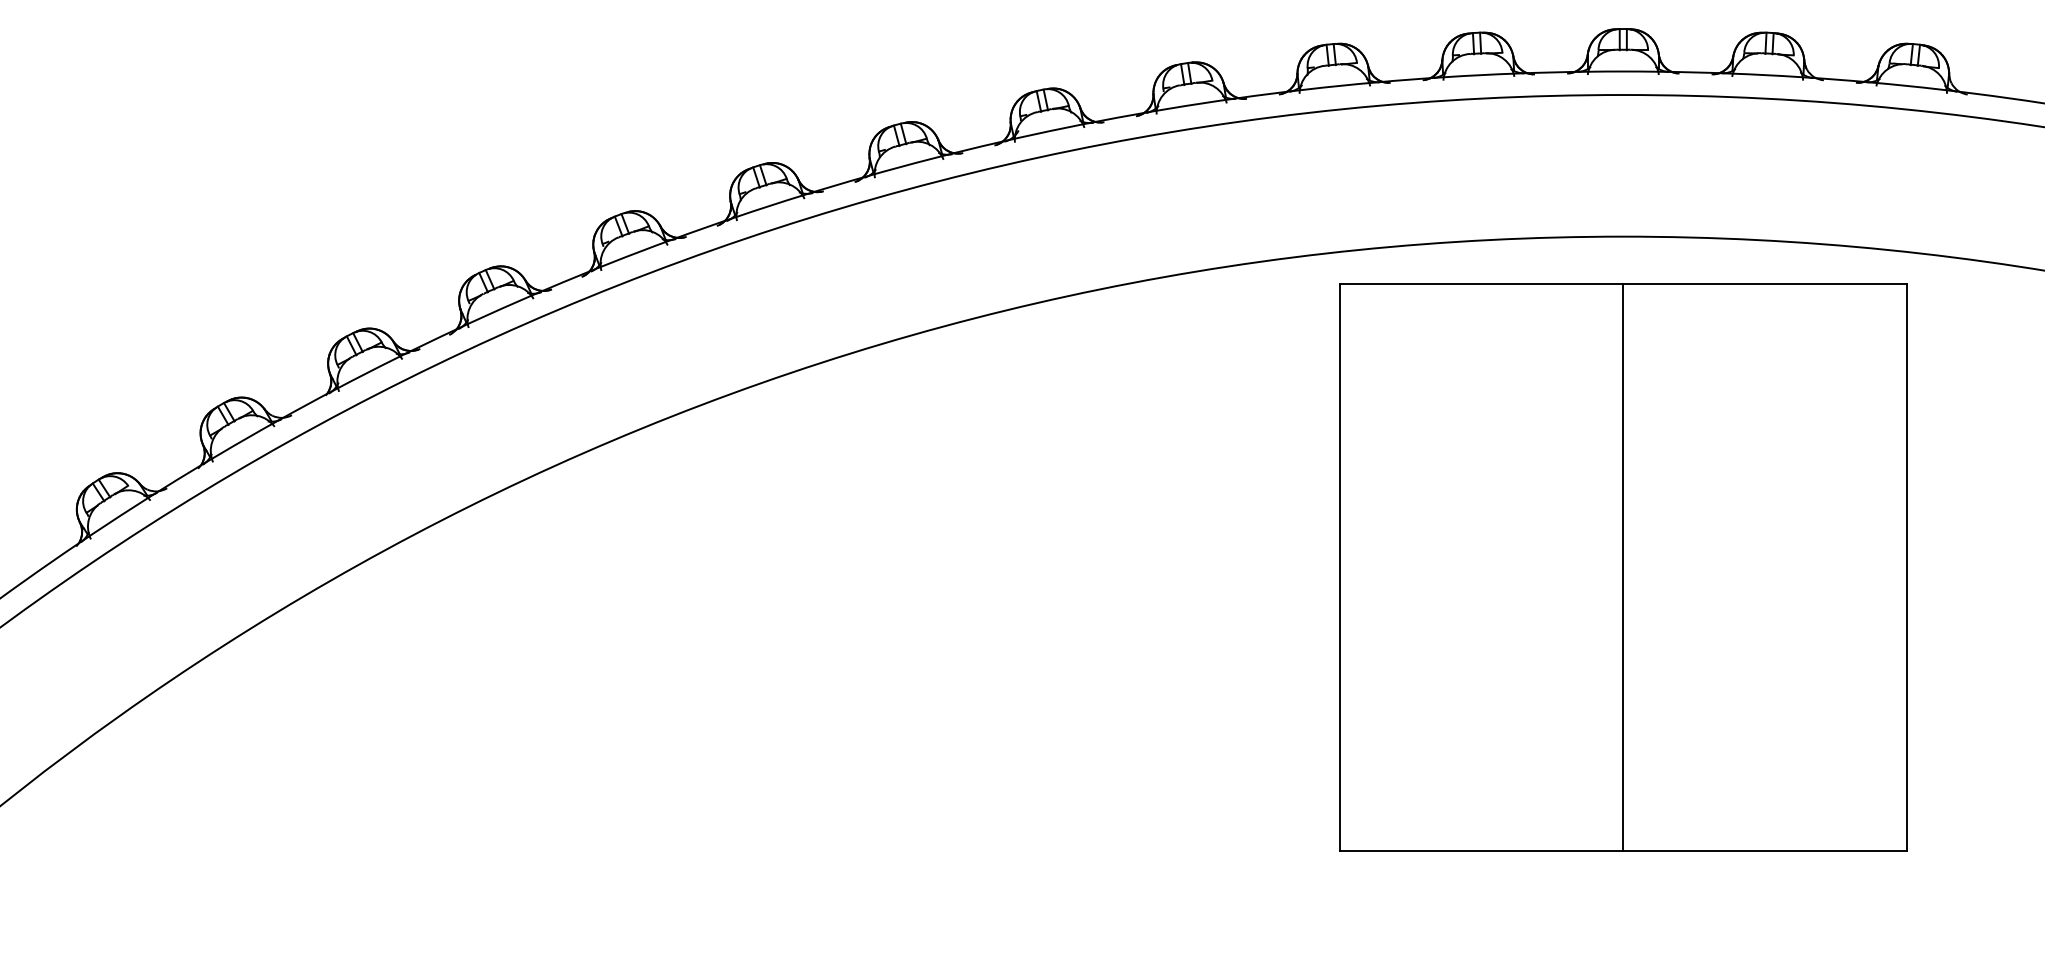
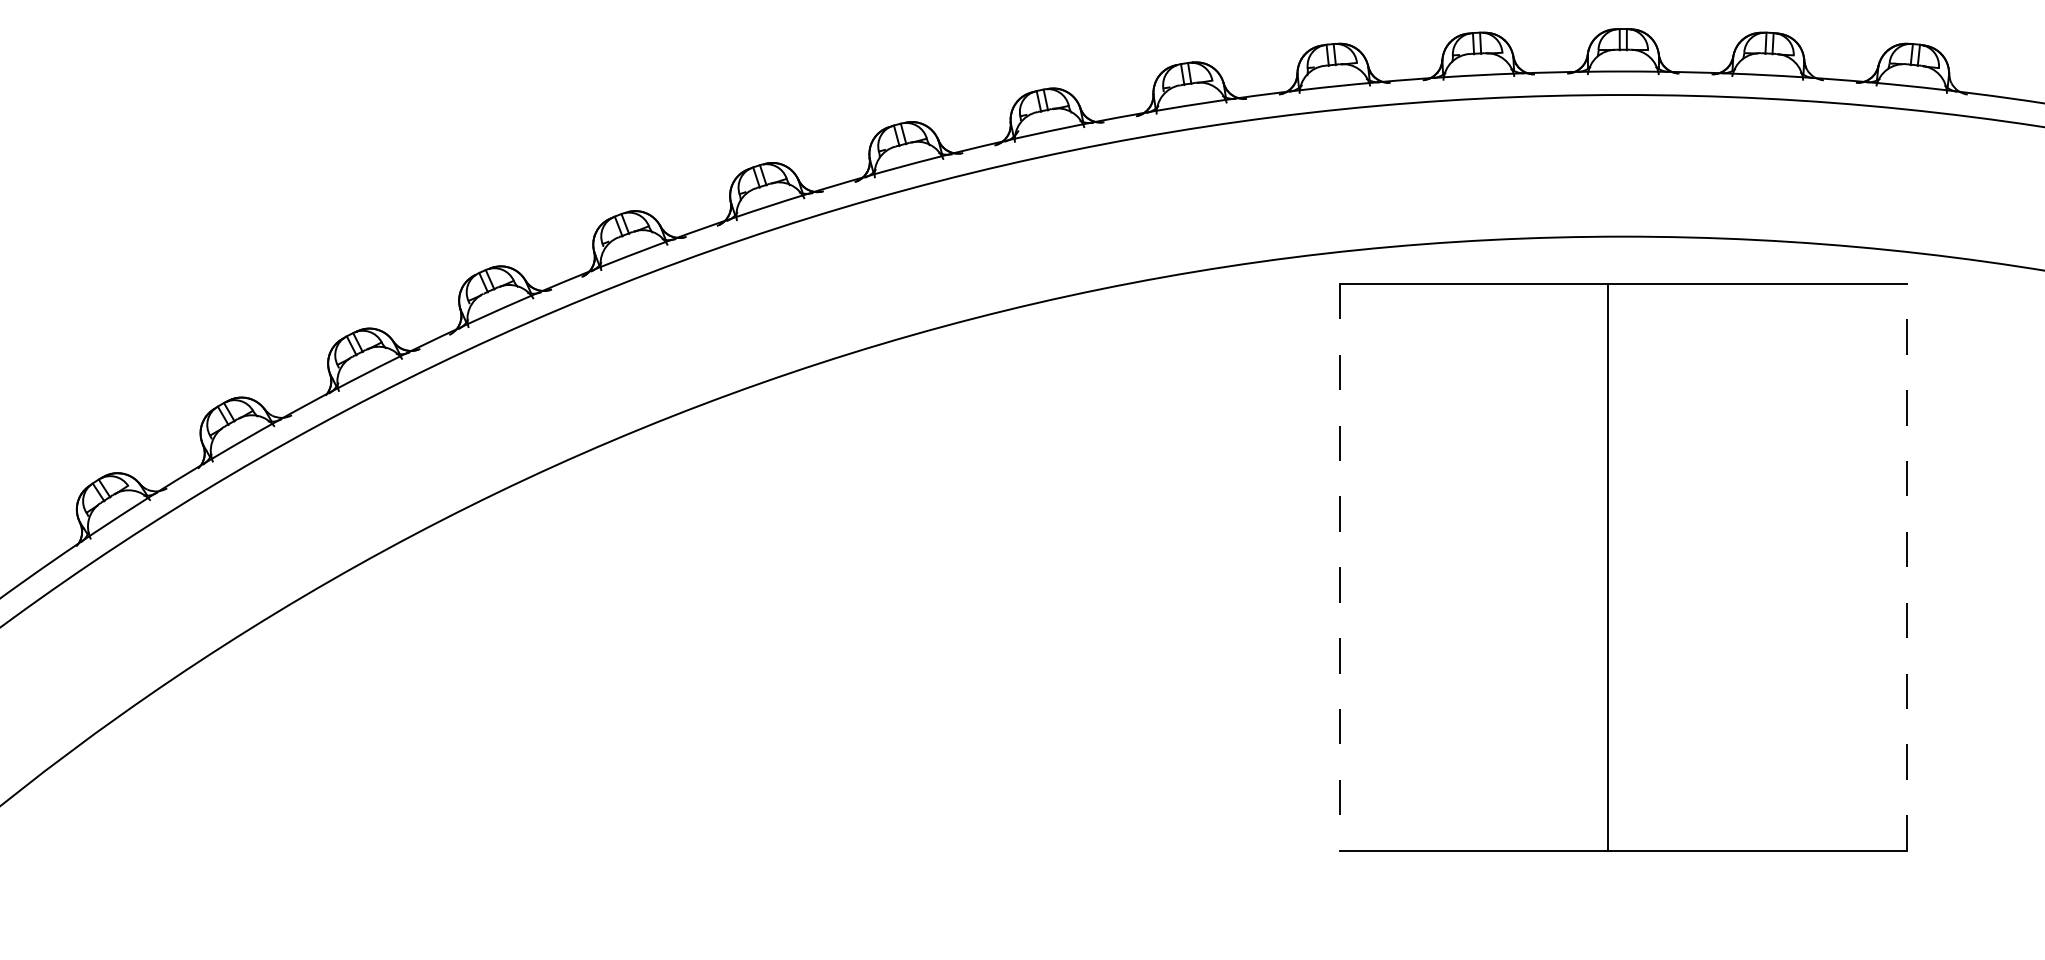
line at (1906, 566): solid -> dashed
line at (1340, 567): solid -> dashed
line at (1623, 567) position: (1623, 567) -> (1608, 567)
